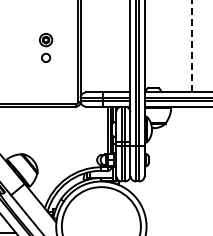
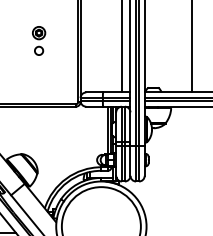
line at (191, 46): dashed -> solid
part at (46, 47) position: (46, 47) -> (39, 40)
line at (122, 47): none -> present
